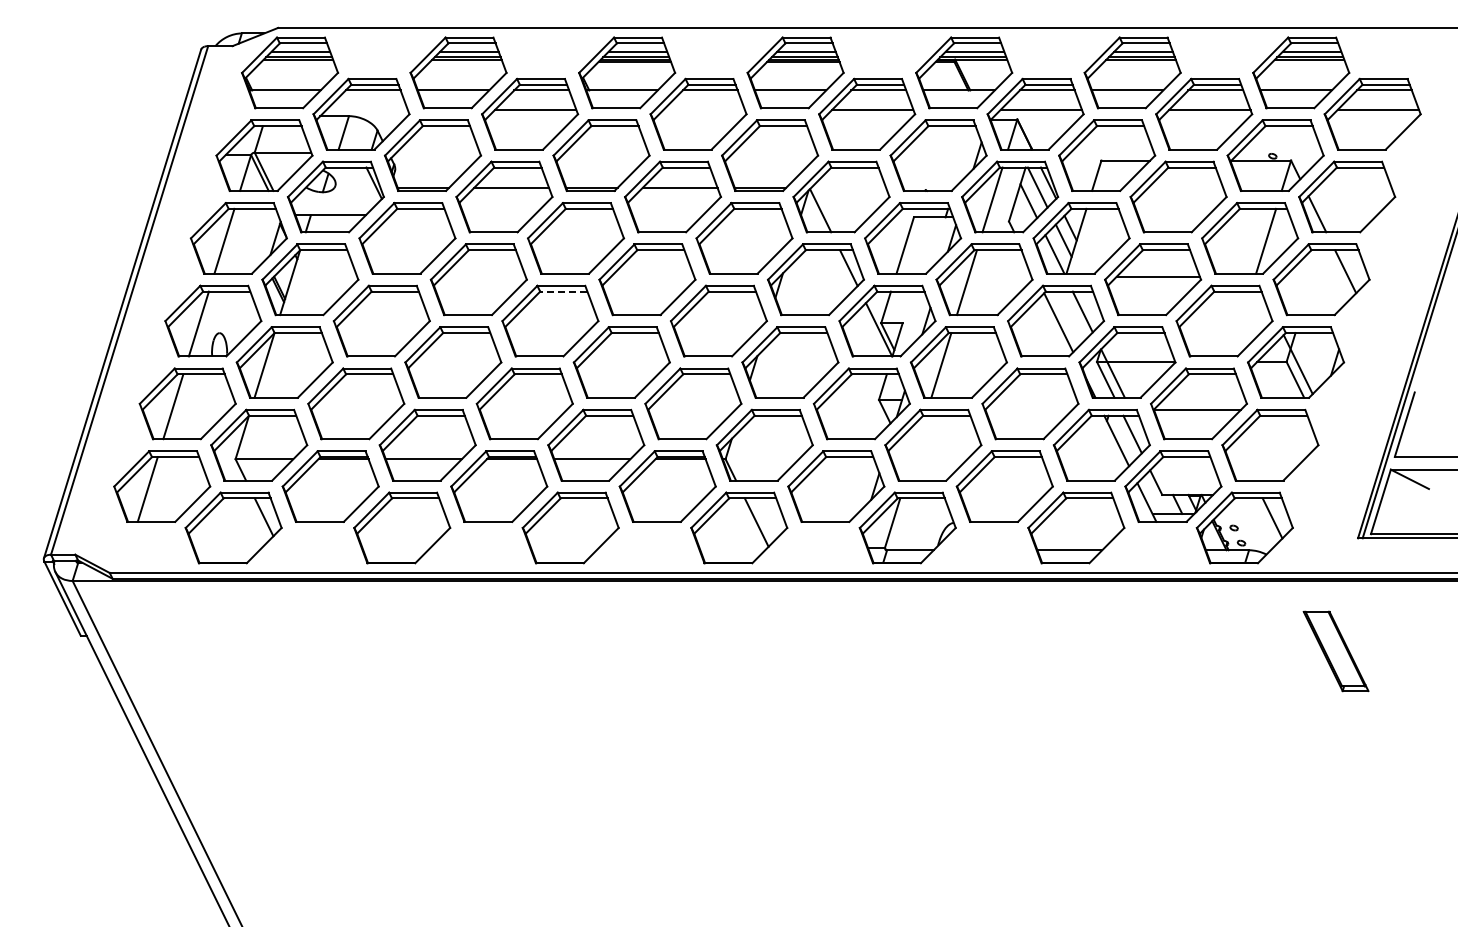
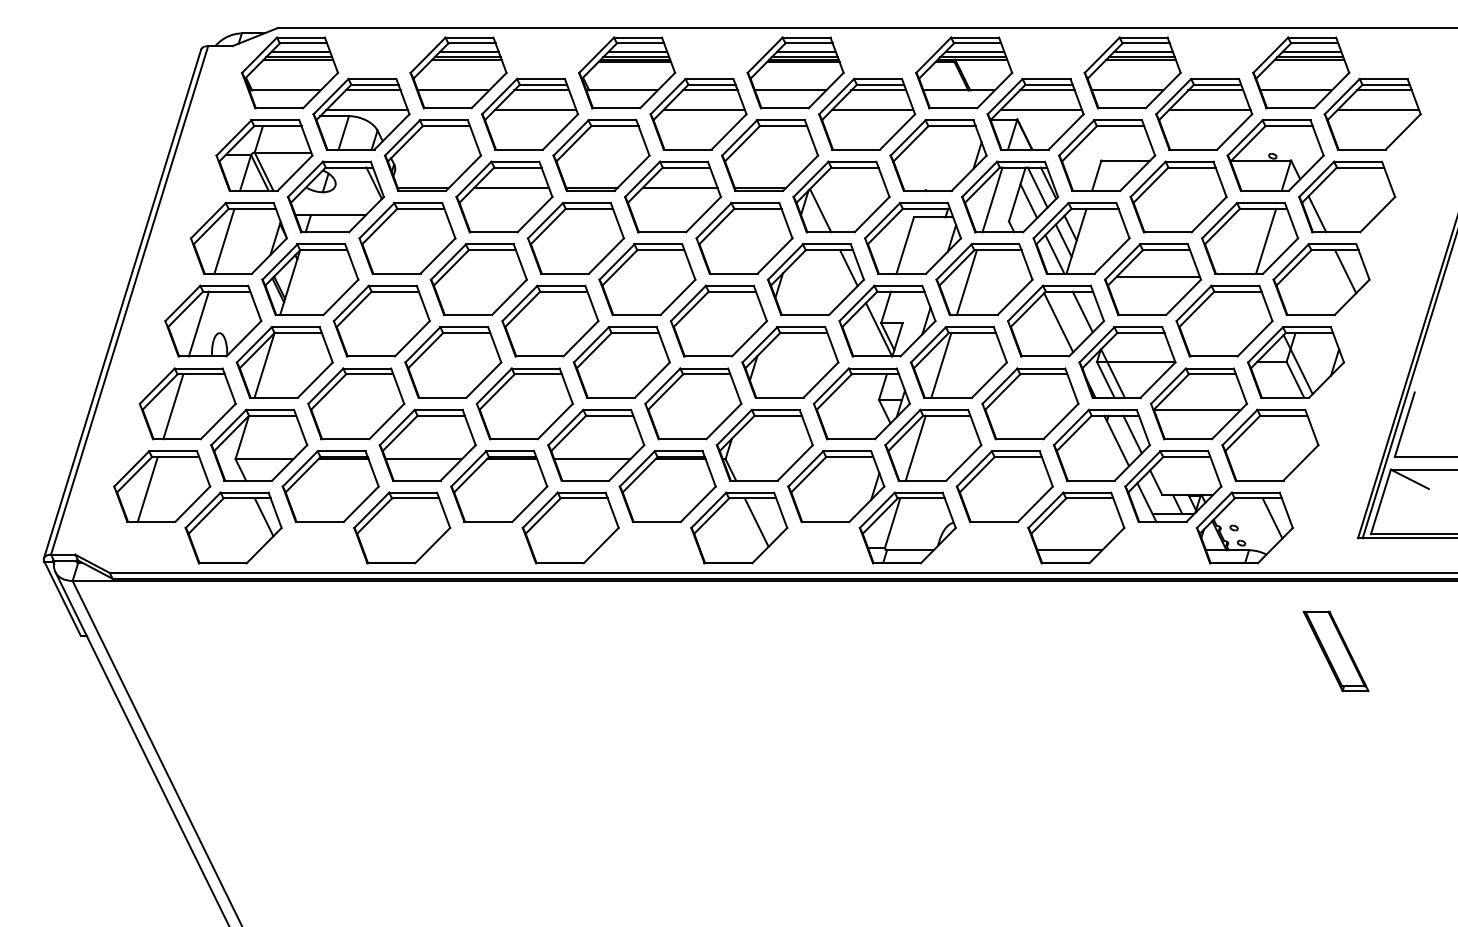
line at (366, 109): none -> present
line at (703, 109): none -> present
line at (563, 291): dashed -> solid
line at (915, 447): none -> present
